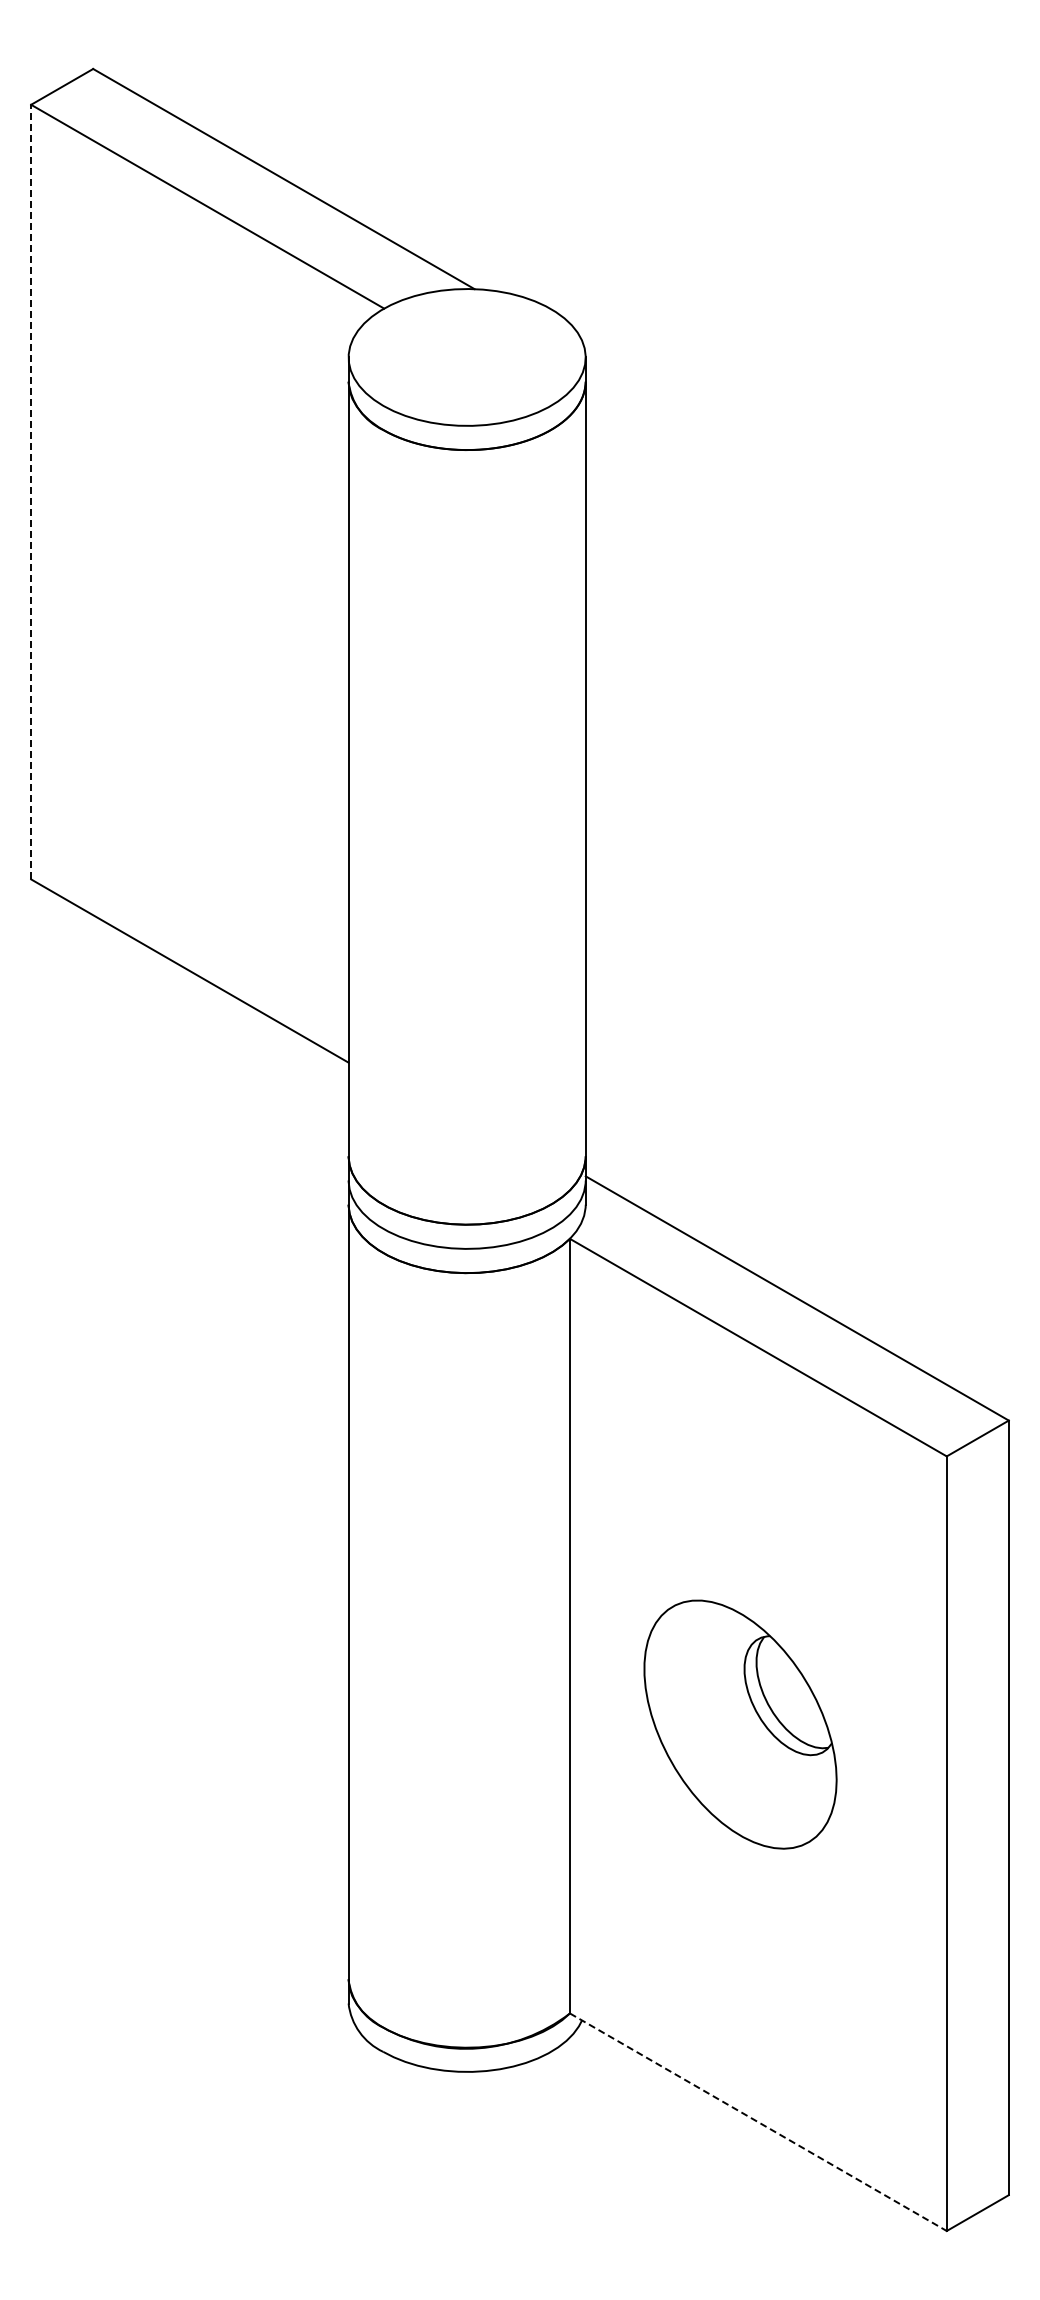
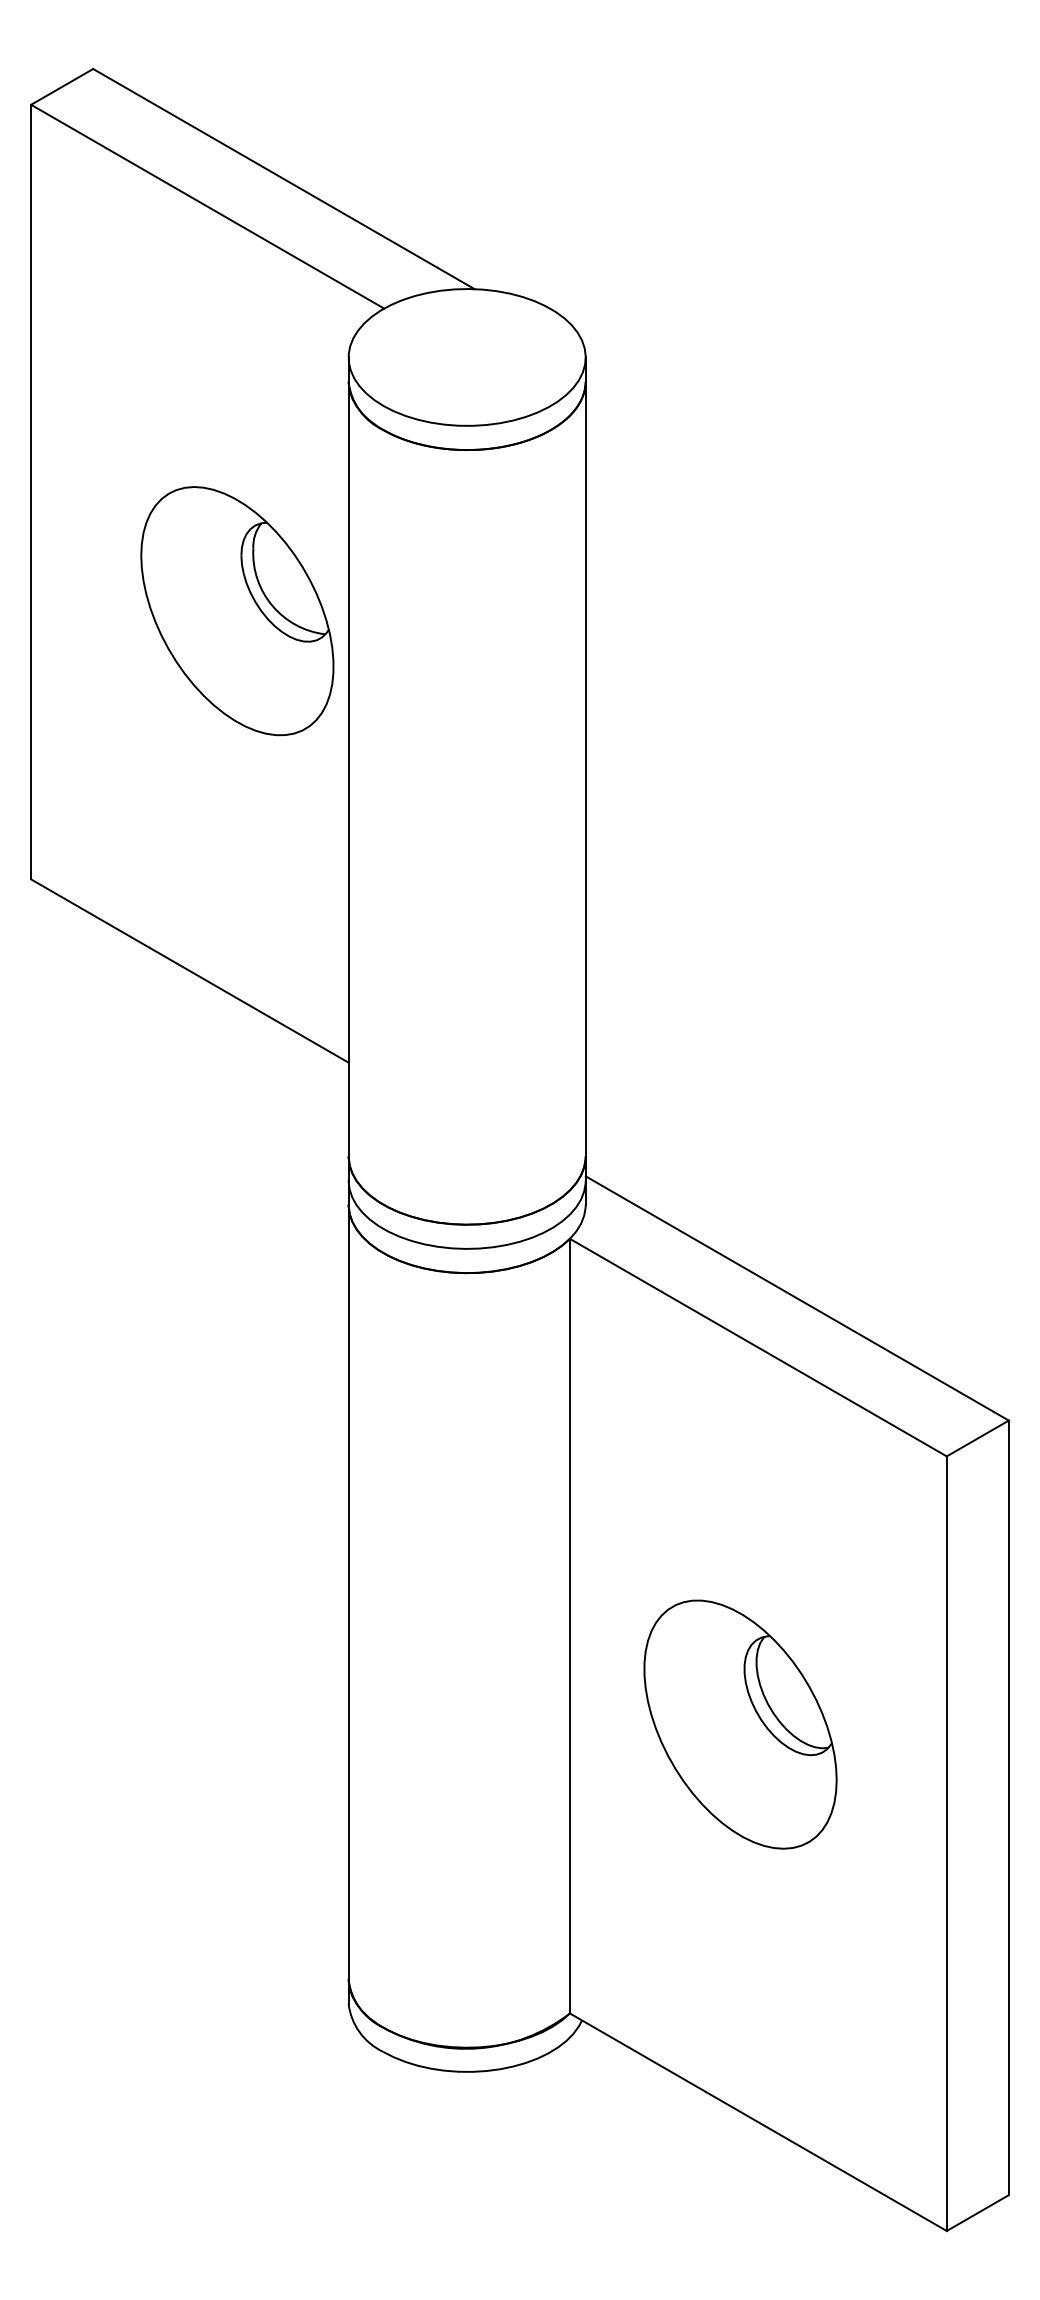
line at (31, 491): dashed -> solid
part at (237, 611): none -> present
line at (758, 2122): dashed -> solid
